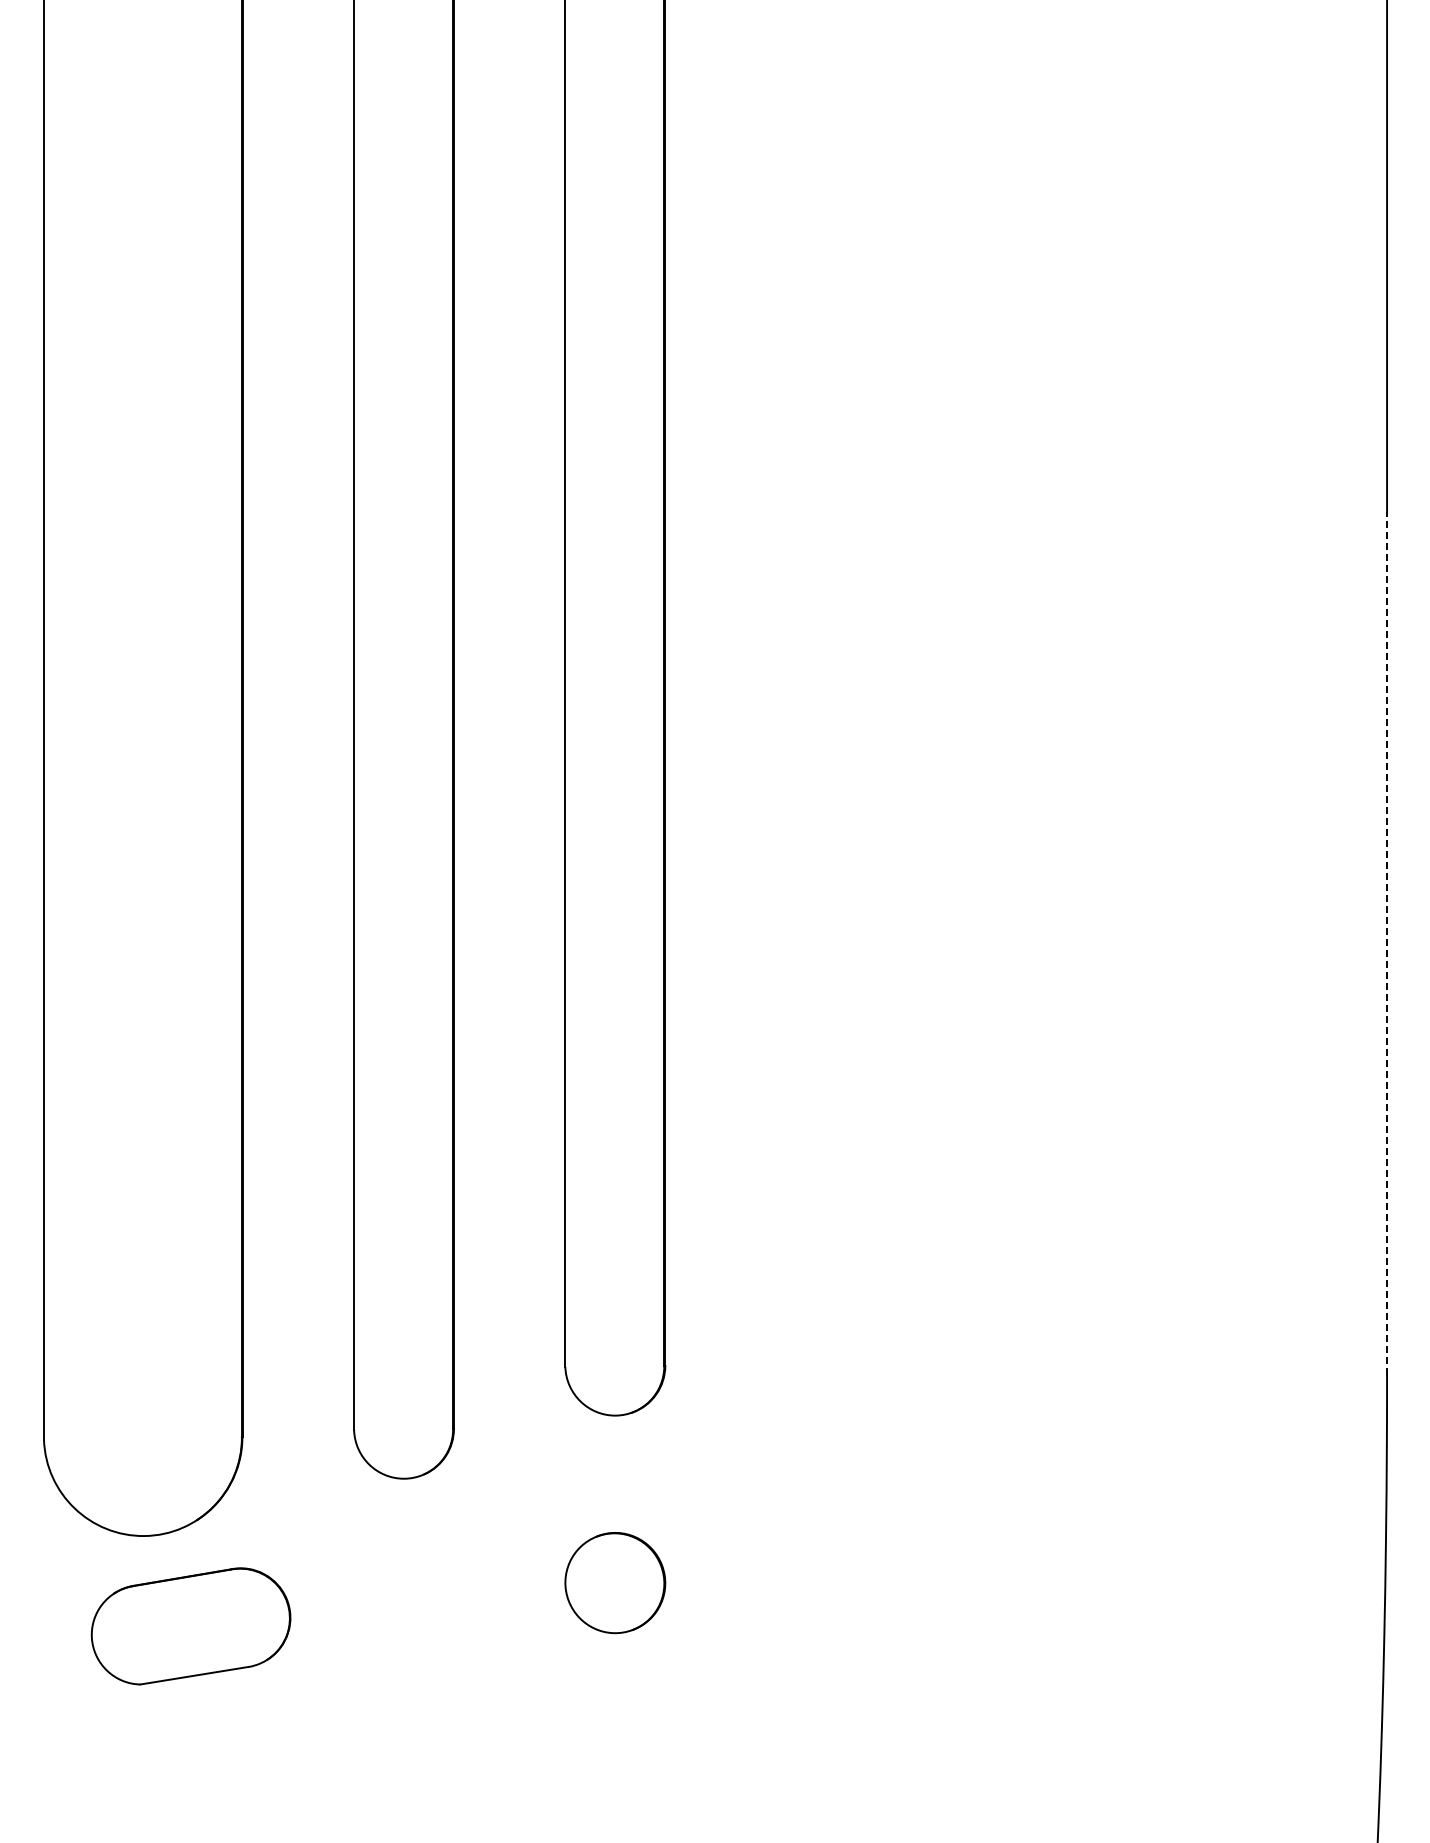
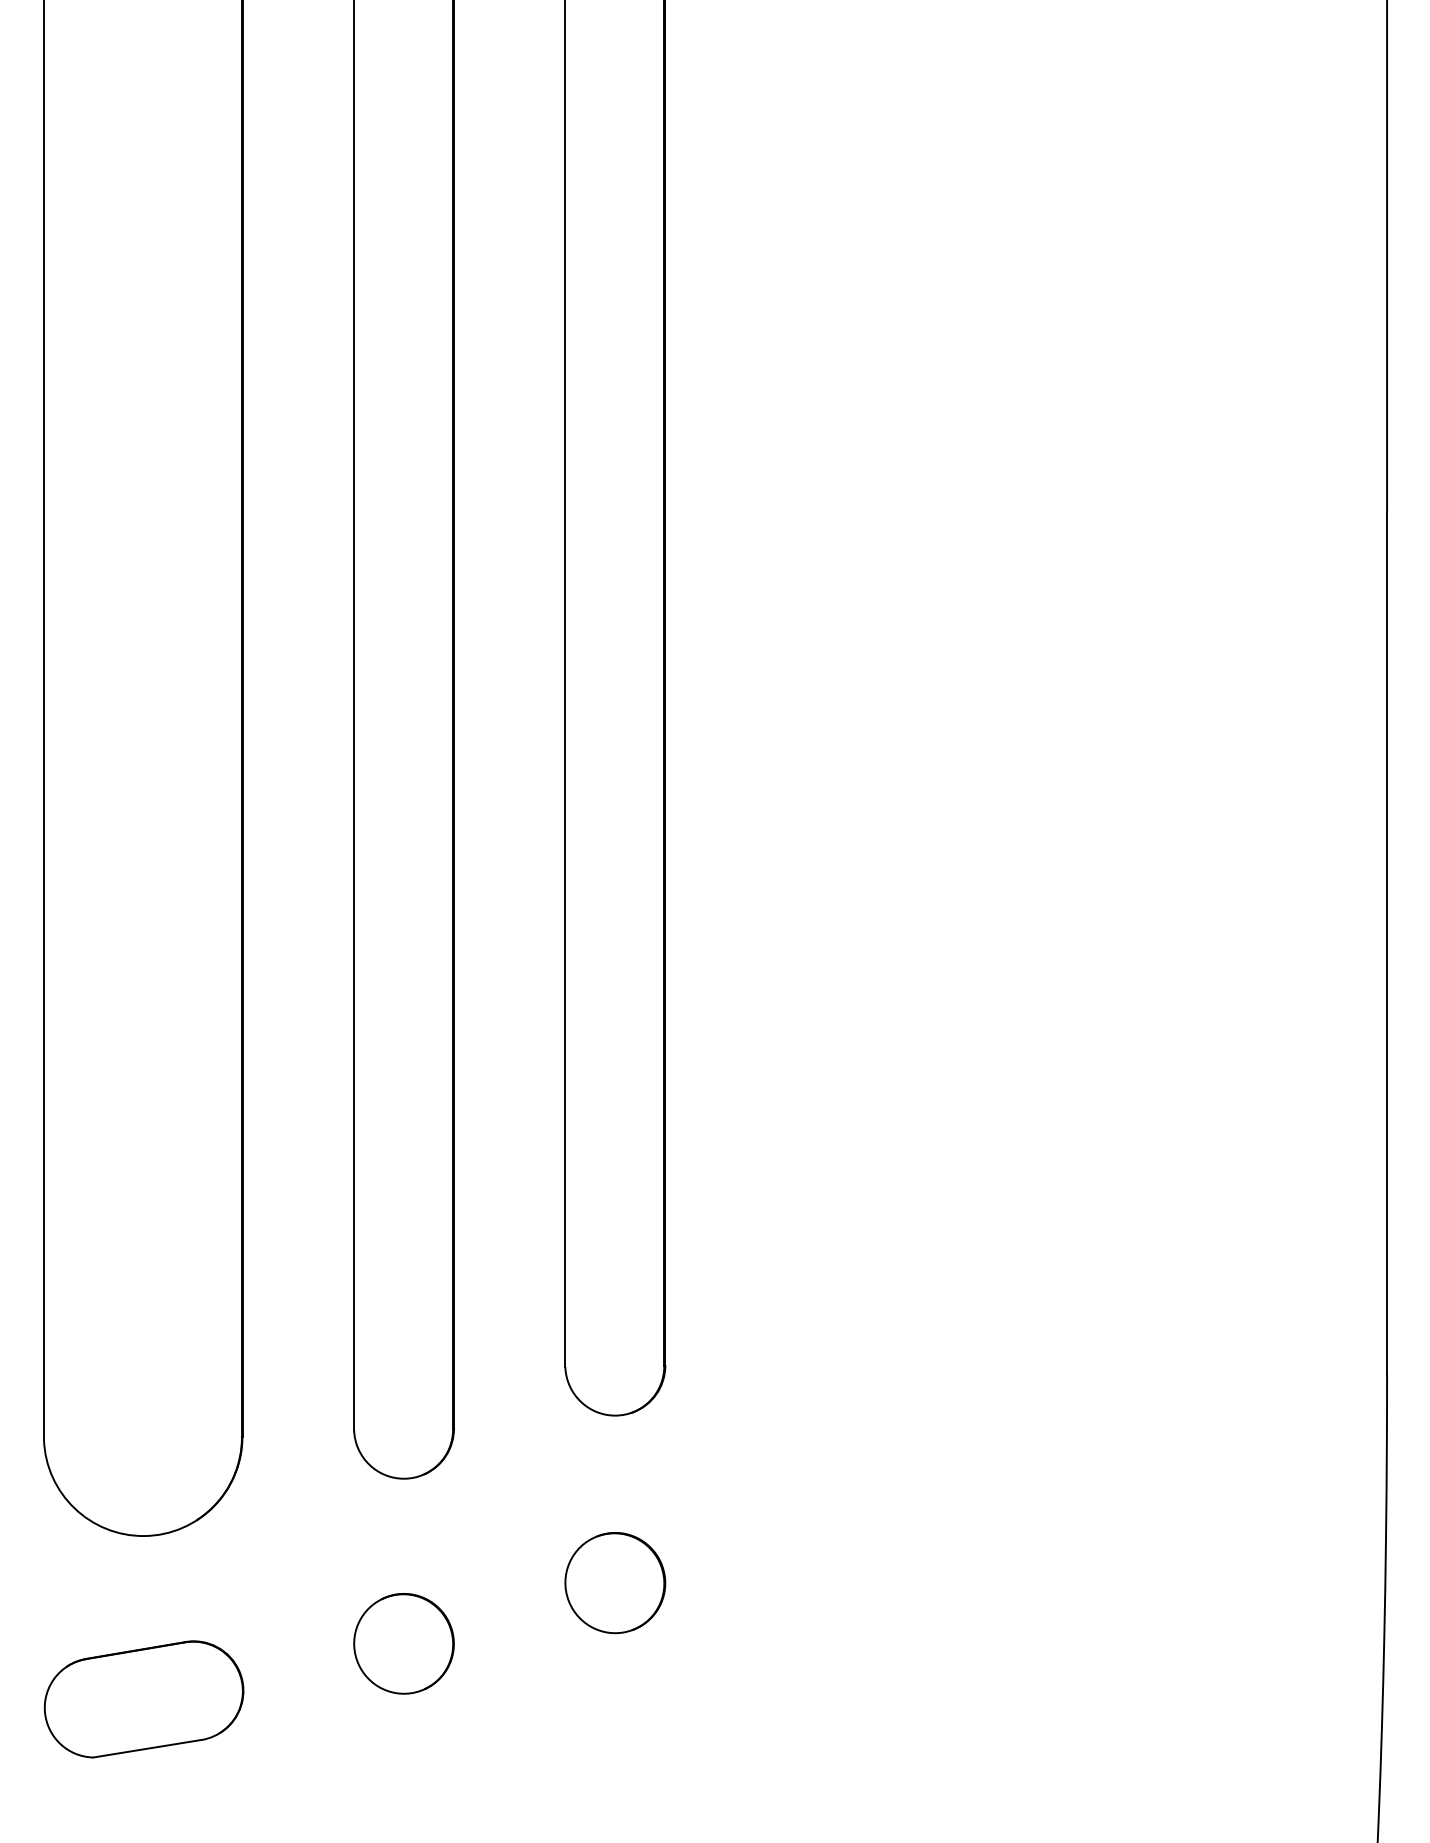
line at (1387, 943): dashed -> solid
part at (190, 1626) position: (190, 1626) -> (143, 1699)
part at (403, 1643): none -> present
